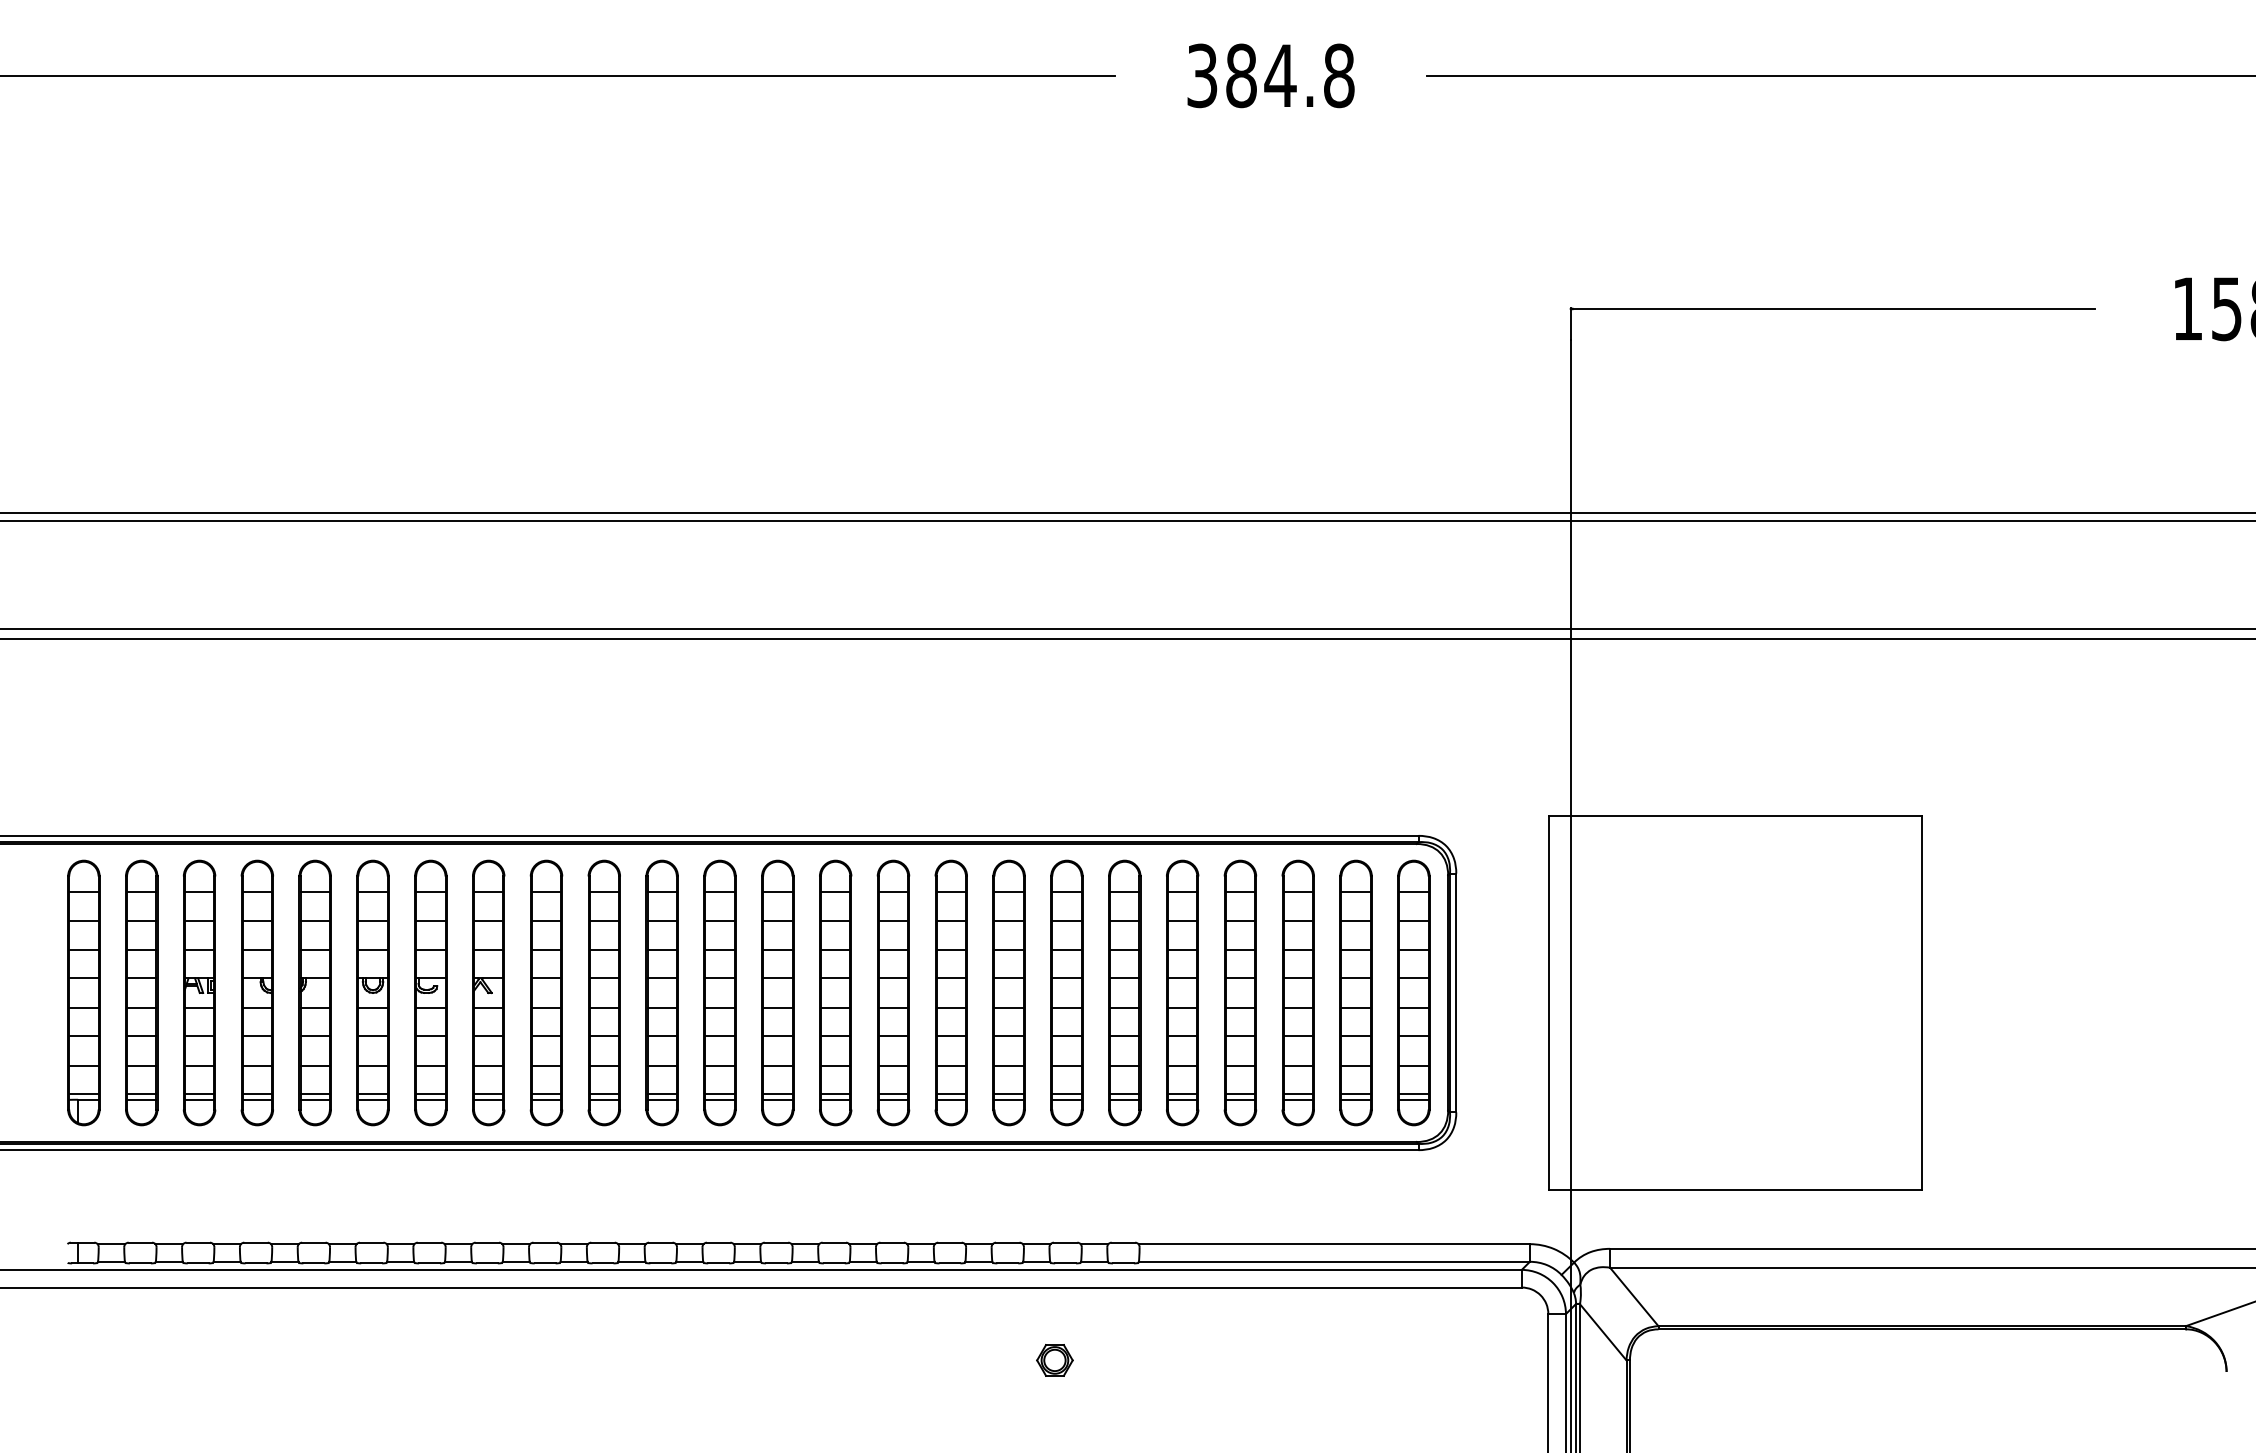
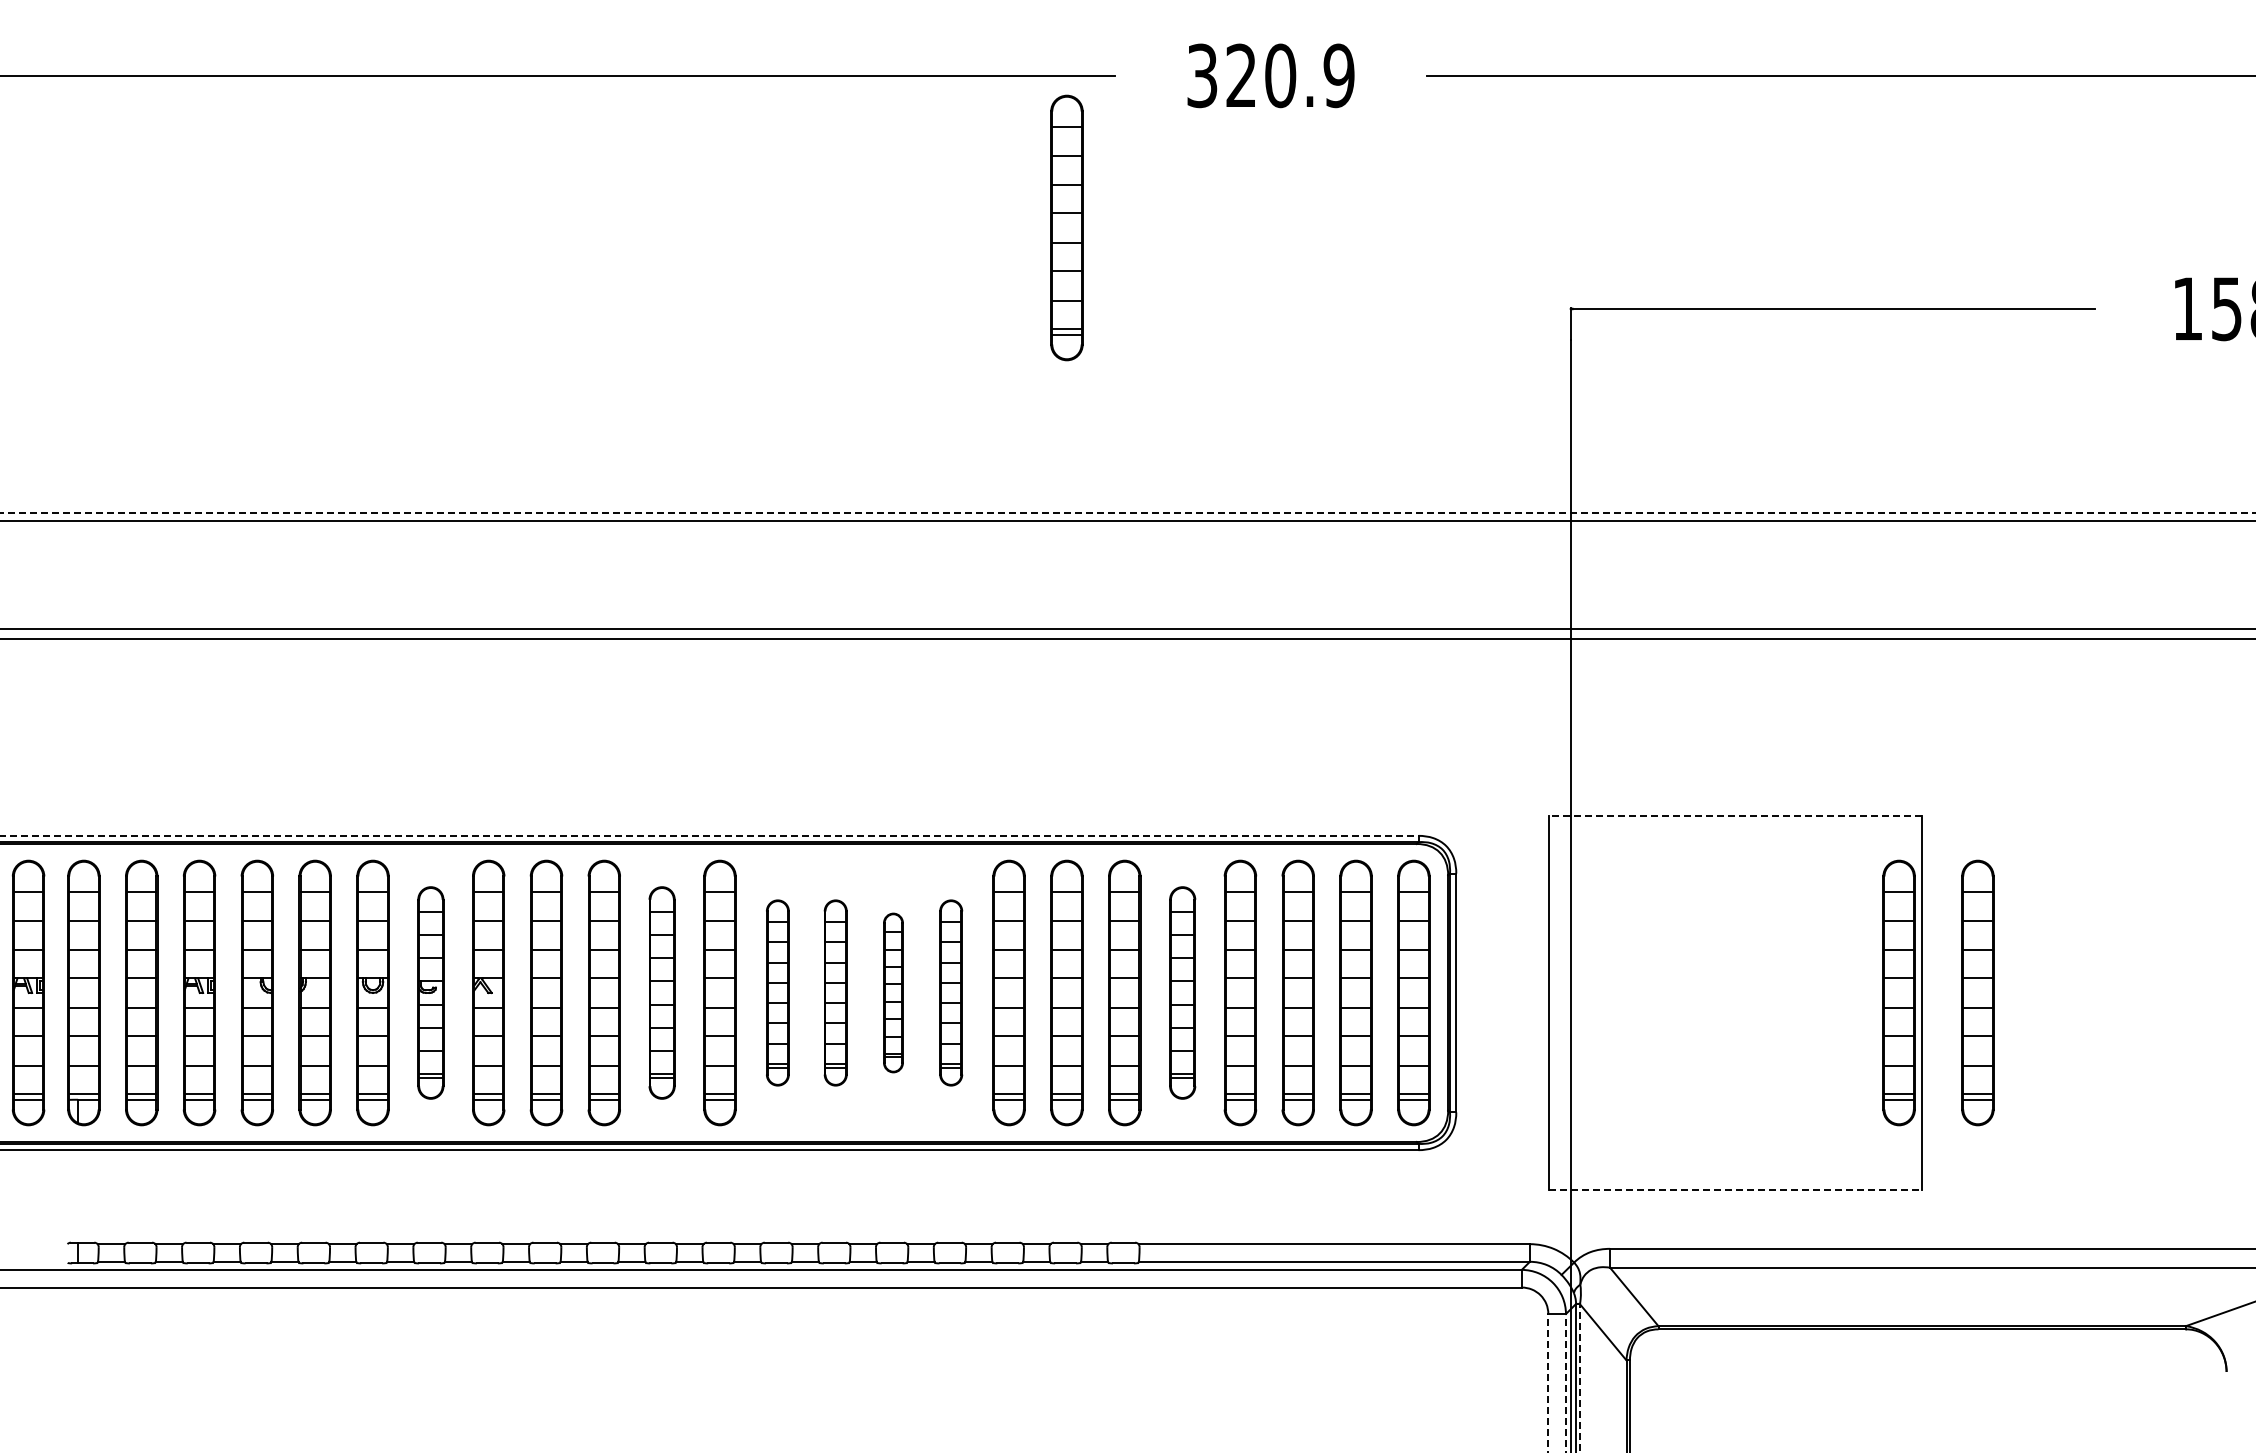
text at (1290, 75): 384.8 -> 320.9
part at (1066, 227): none -> present
line at (1127, 513): solid -> dashed
line at (1735, 815): solid -> dashed
line at (709, 835): solid -> dashed
part at (28, 992): none -> present
part at (430, 992) size: 34x268 px -> 28x214 px
part at (661, 992) size: 34x268 px -> 28x214 px
part at (777, 992) size: 34x268 px -> 24x188 px
part at (835, 992) size: 34x268 px -> 25x188 px
part at (893, 992) size: 35x268 px -> 21x162 px
part at (950, 992) size: 34x268 px -> 25x188 px
part at (1182, 992) size: 34x268 px -> 28x214 px
part at (1898, 992): none -> present
part at (1977, 992): none -> present
line at (1735, 1189): solid -> dashed
part at (1054, 1360): present -> none
line at (1580, 1378): solid -> dashed
line at (1548, 1383): solid -> dashed
line at (1565, 1383): solid -> dashed
